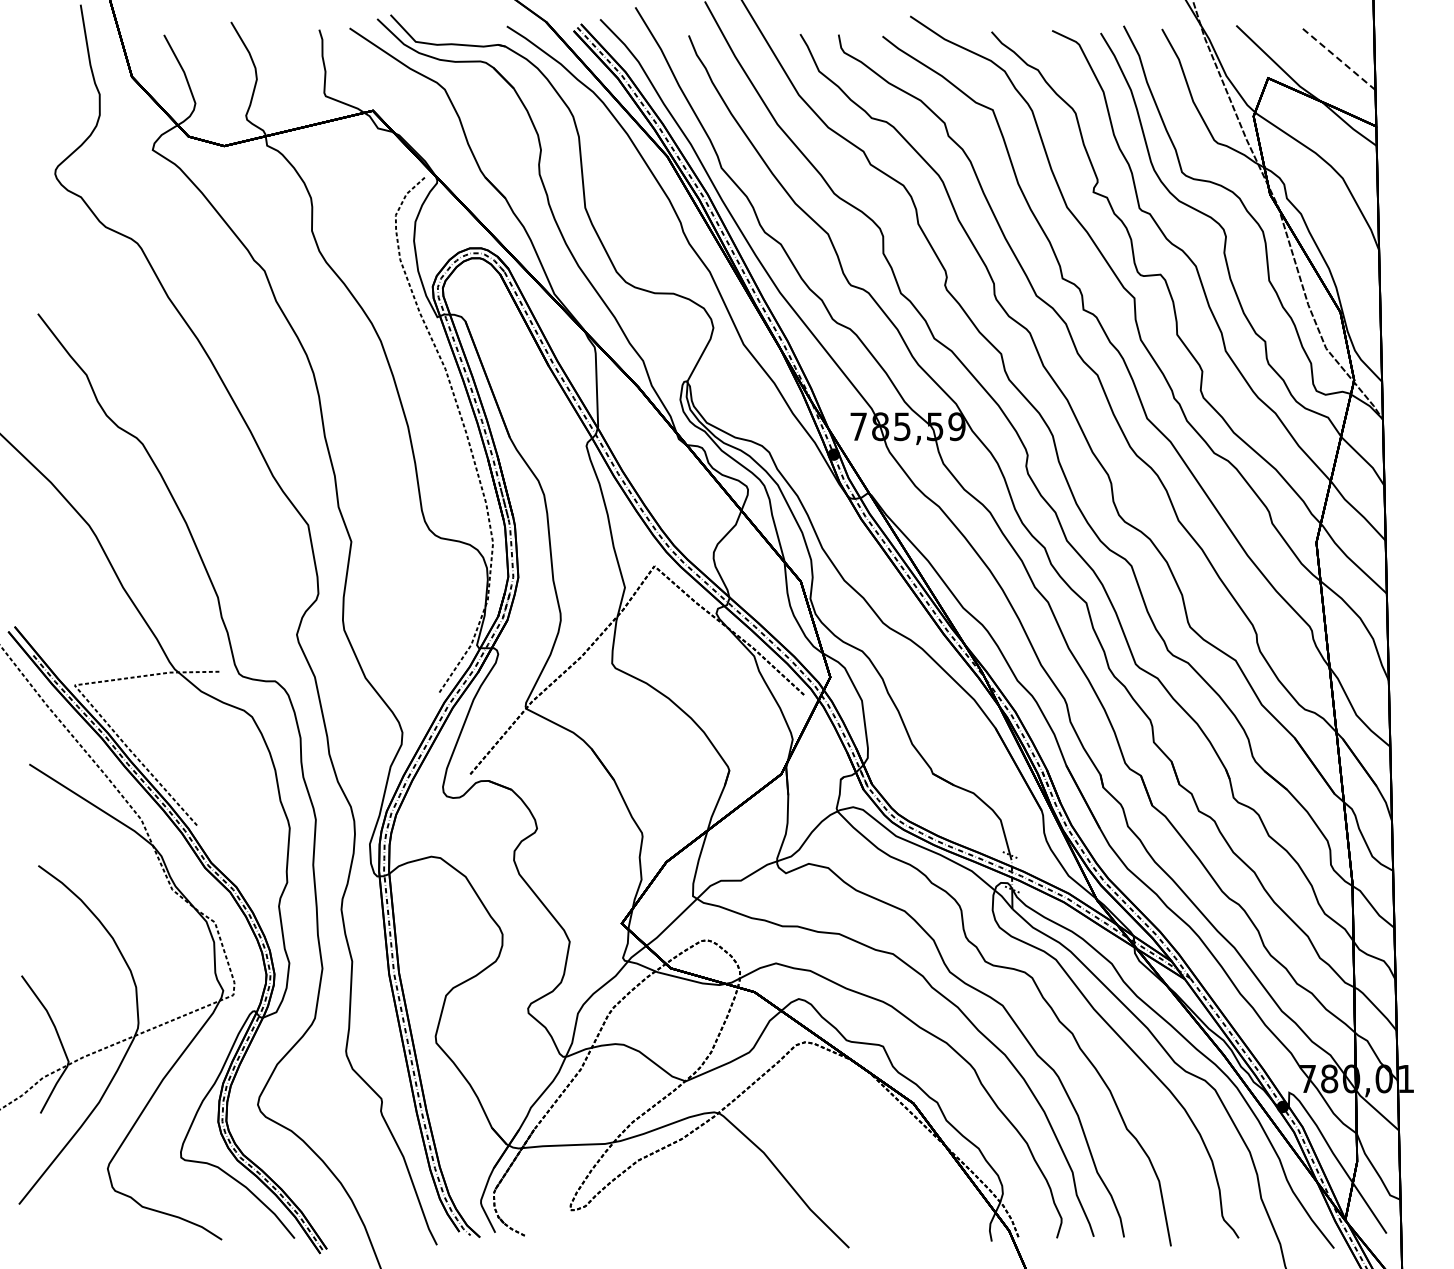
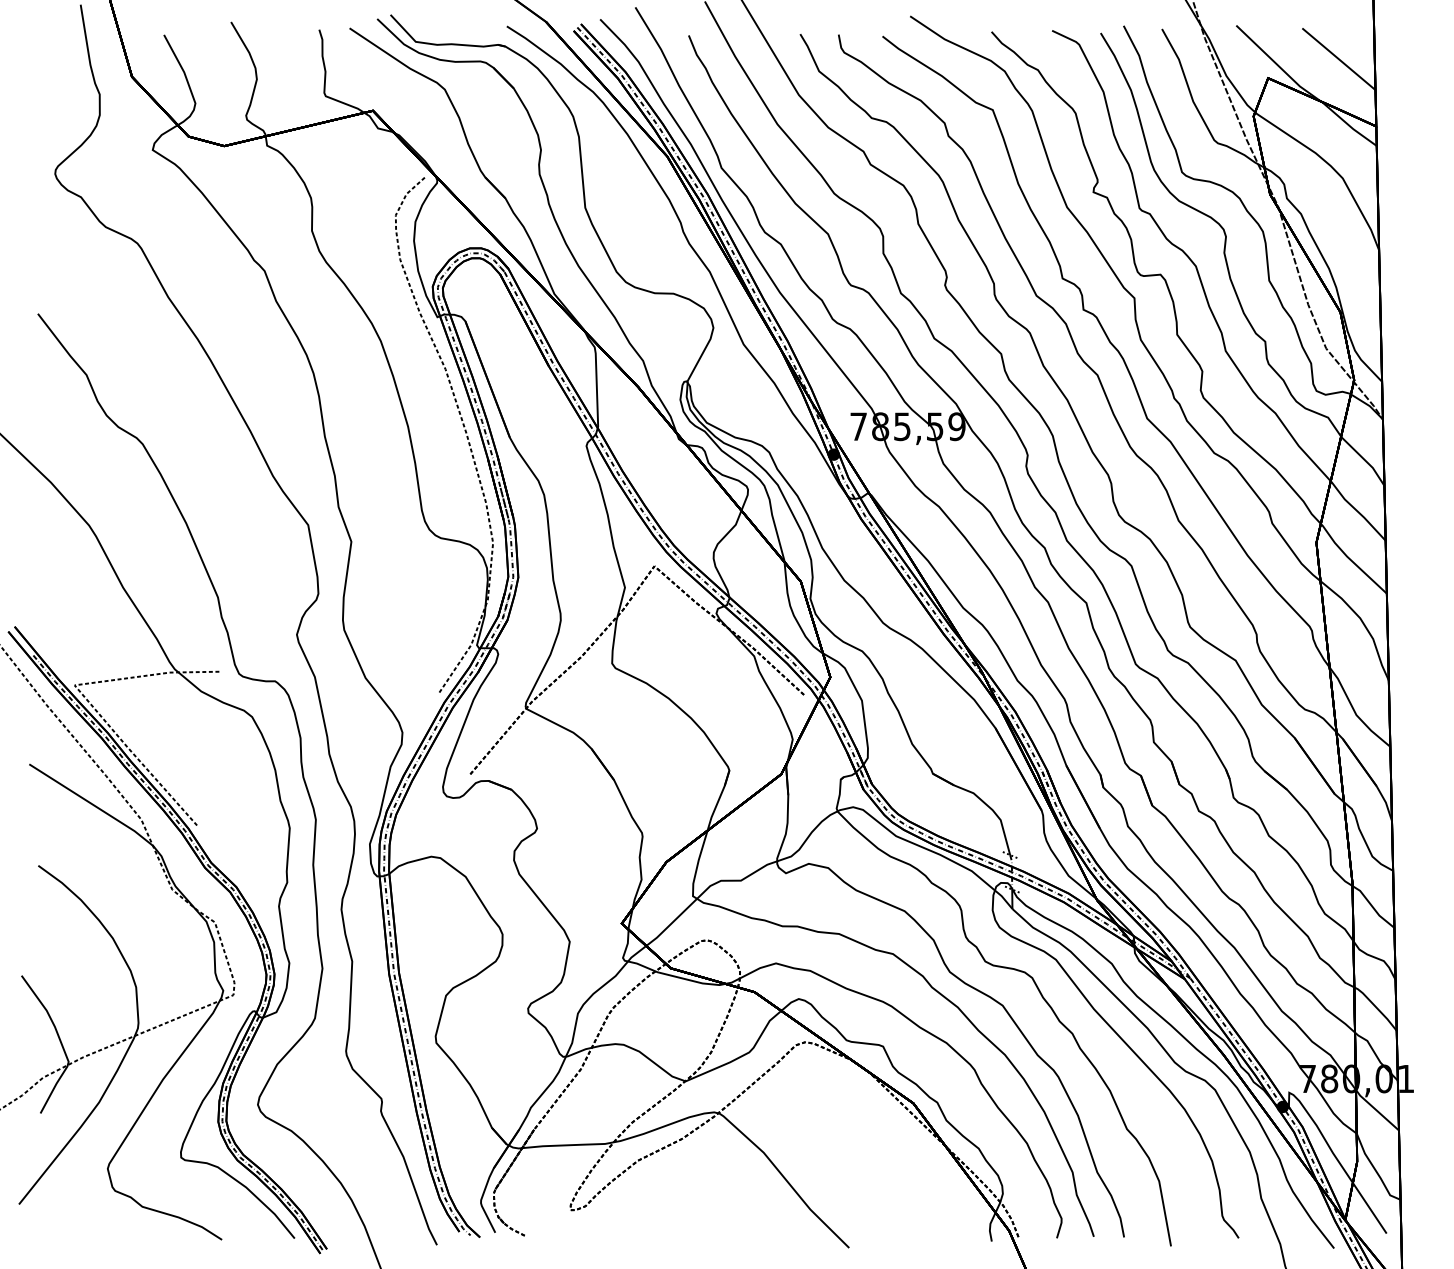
line at (1339, 59): dashed -> solid
